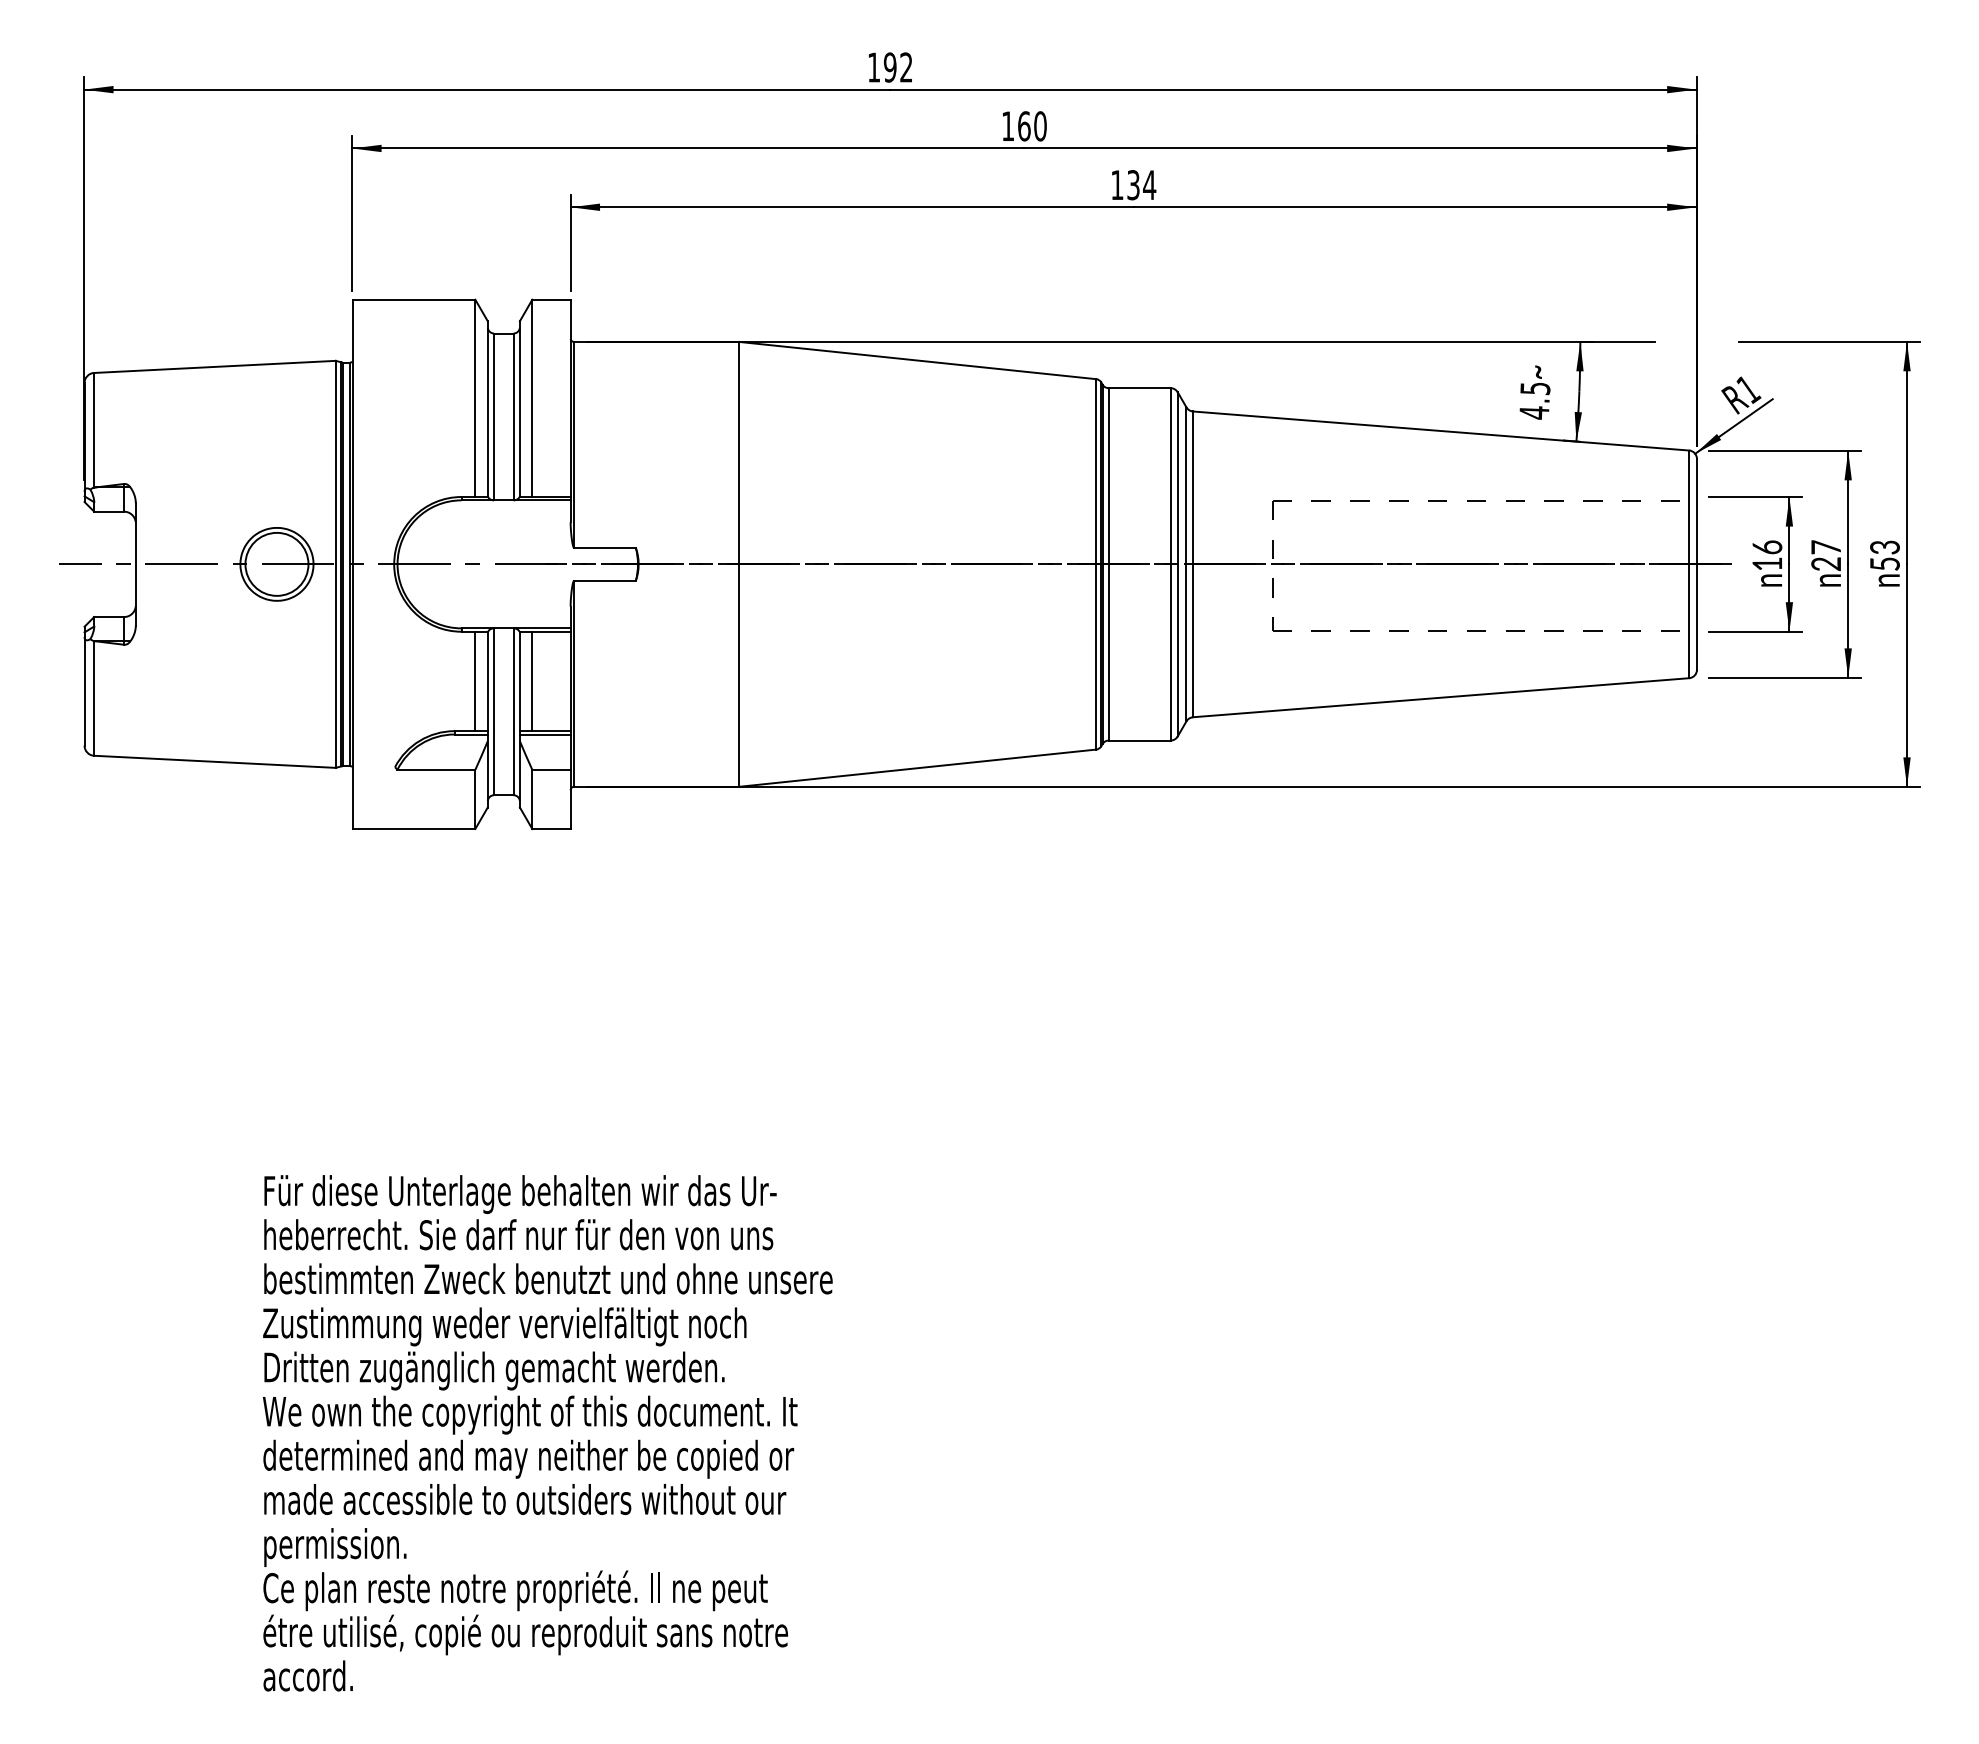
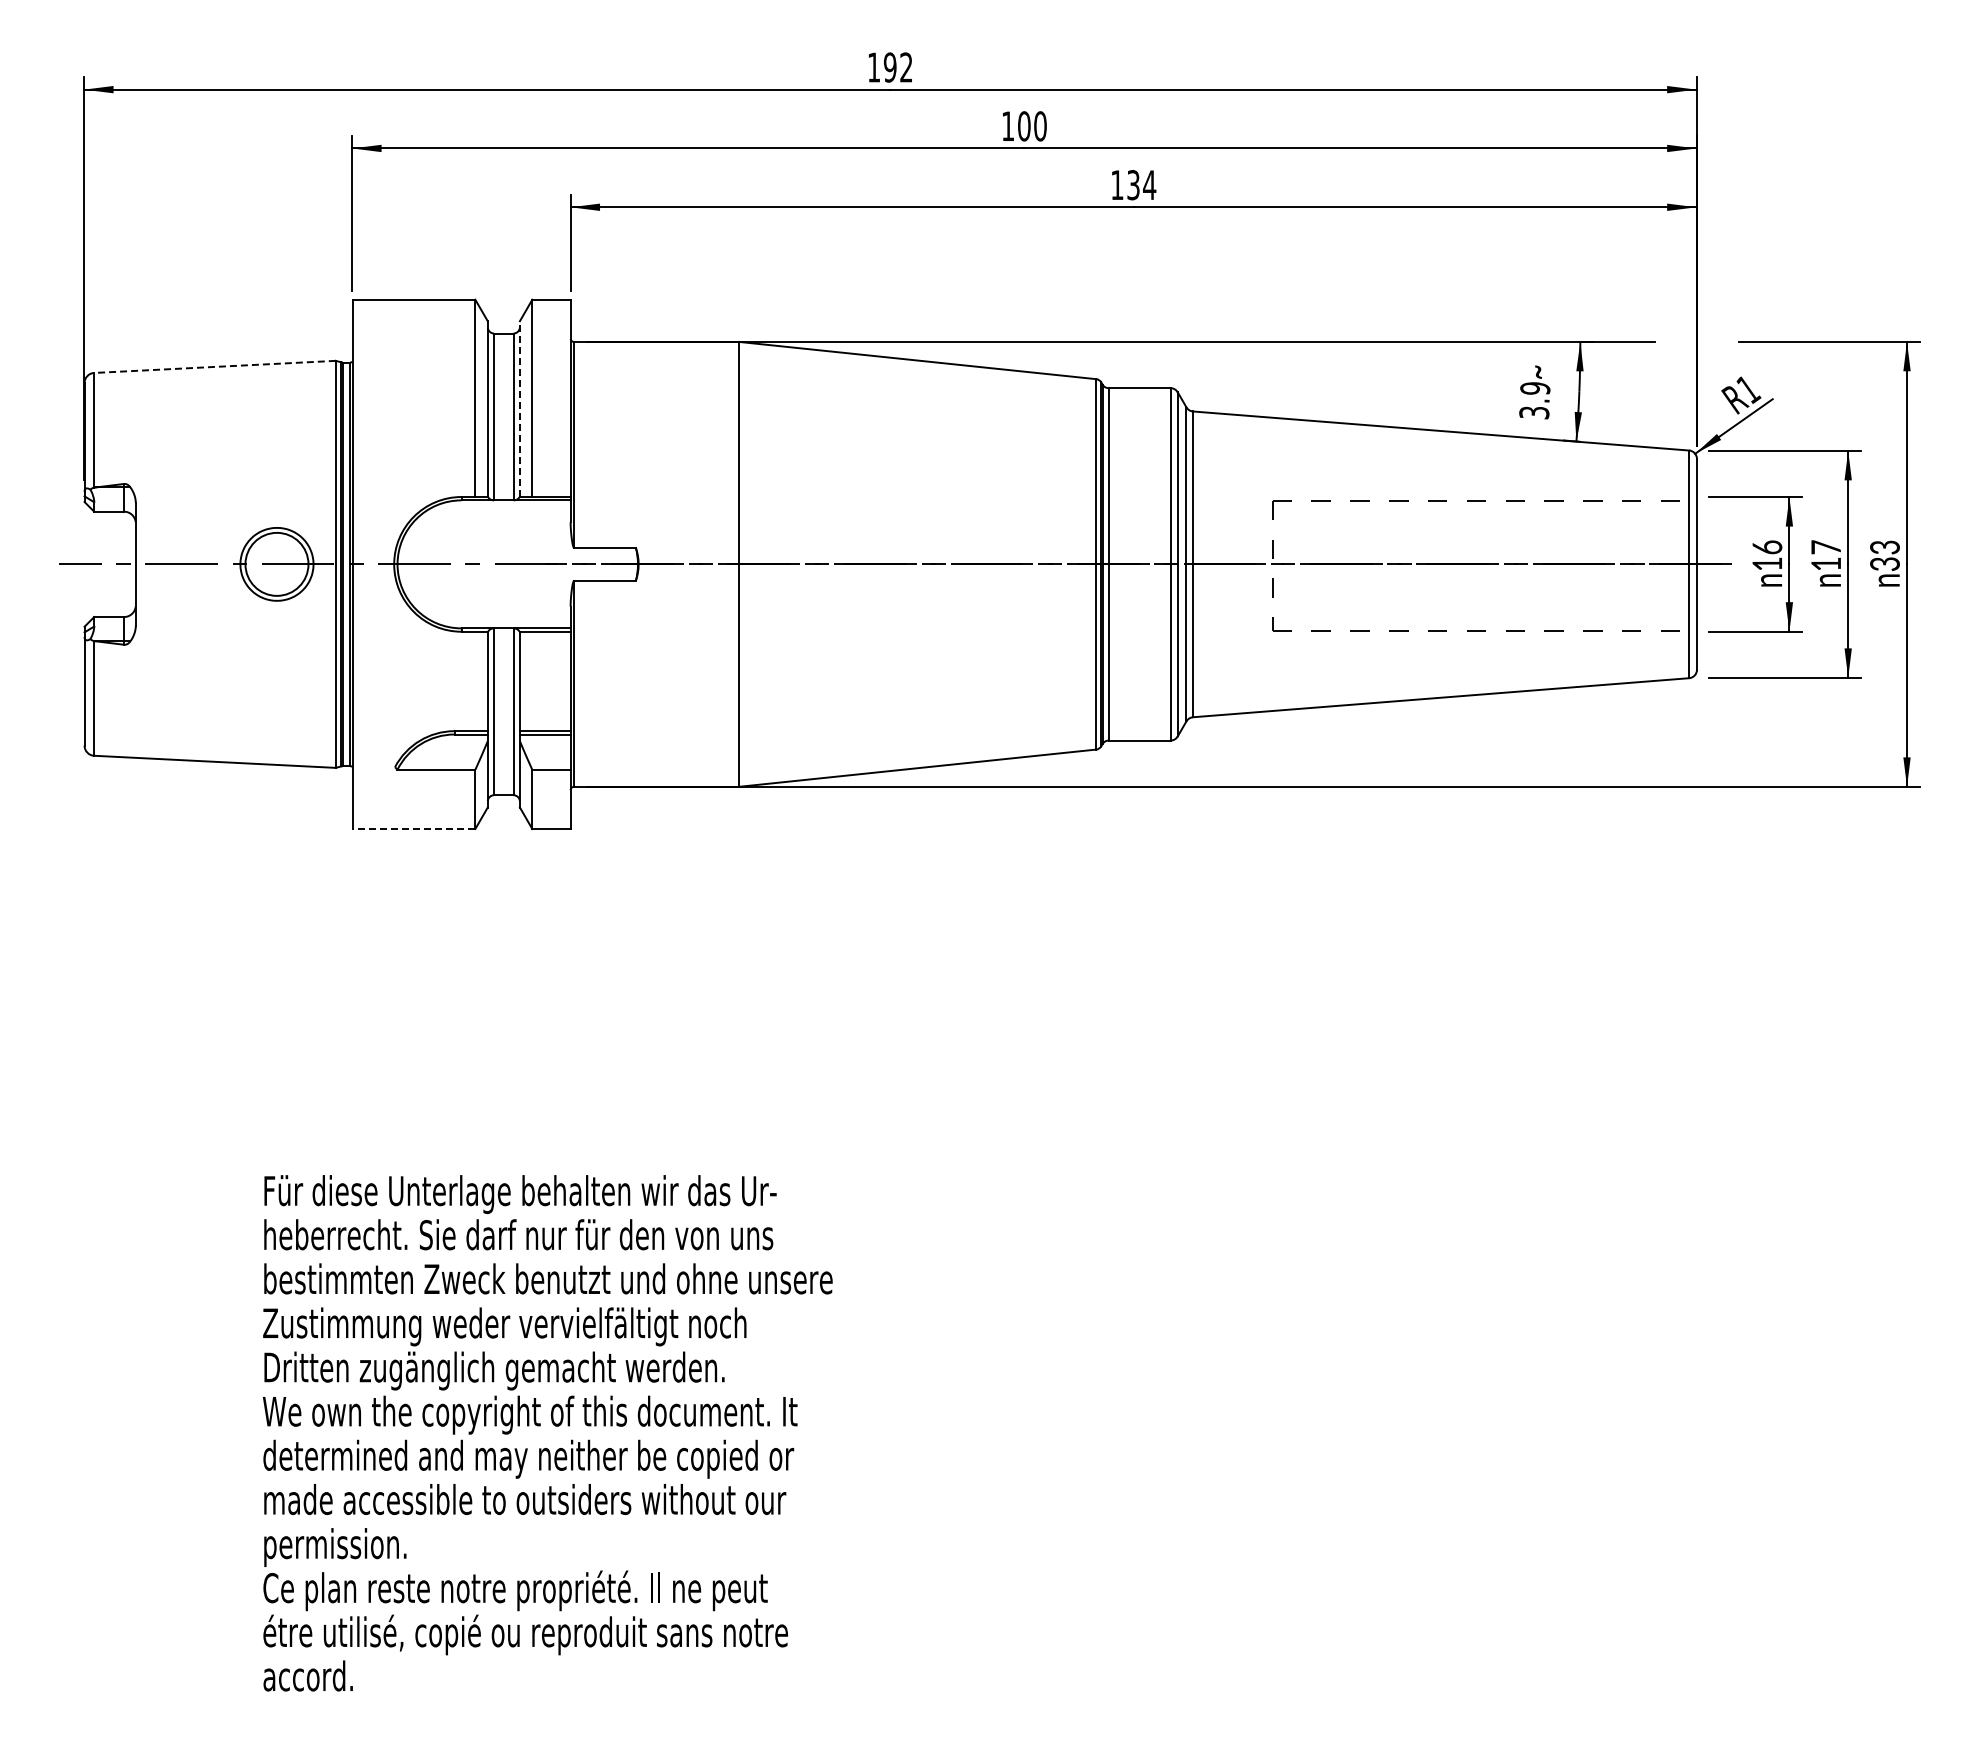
text at (1024, 125): 160 -> 100
line at (214, 366): solid -> dashed
text at (1534, 400): 4.5 -> 3.9
line at (519, 409): solid -> dashed
text at (1825, 564): 27 -> 17
text at (1884, 564): 53 -> 33
line at (475, 681): present -> none
line at (532, 681): present -> none
line at (413, 829): solid -> dashed
